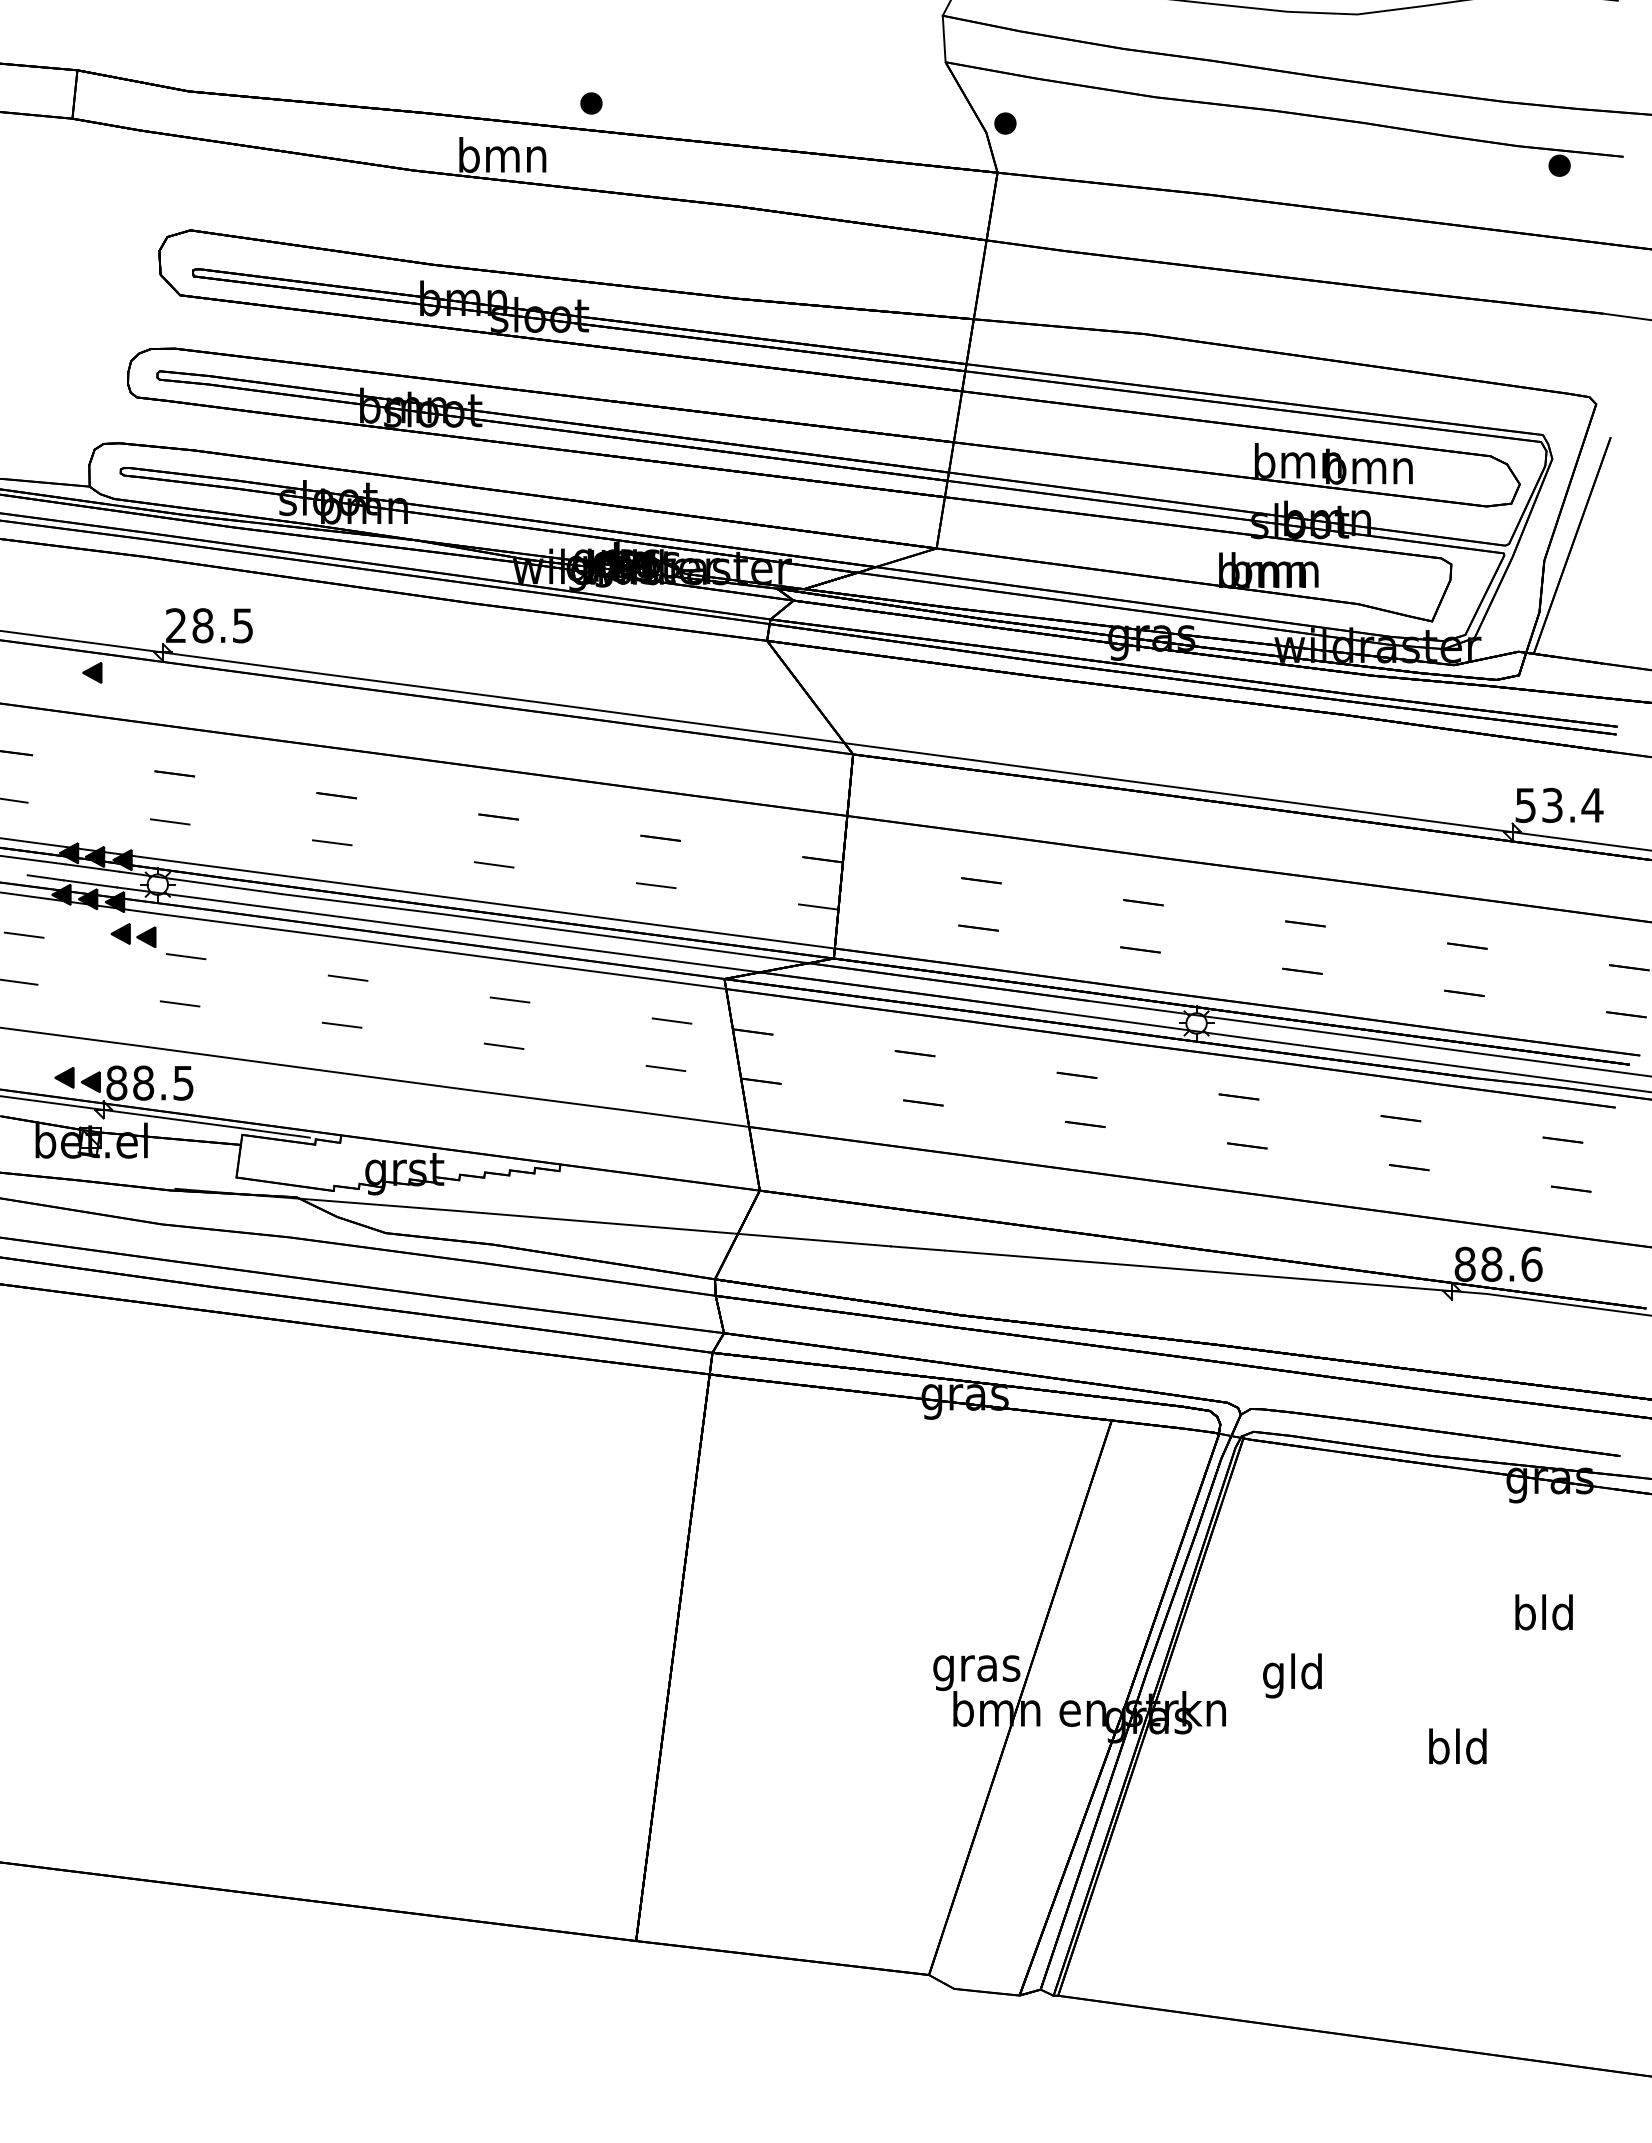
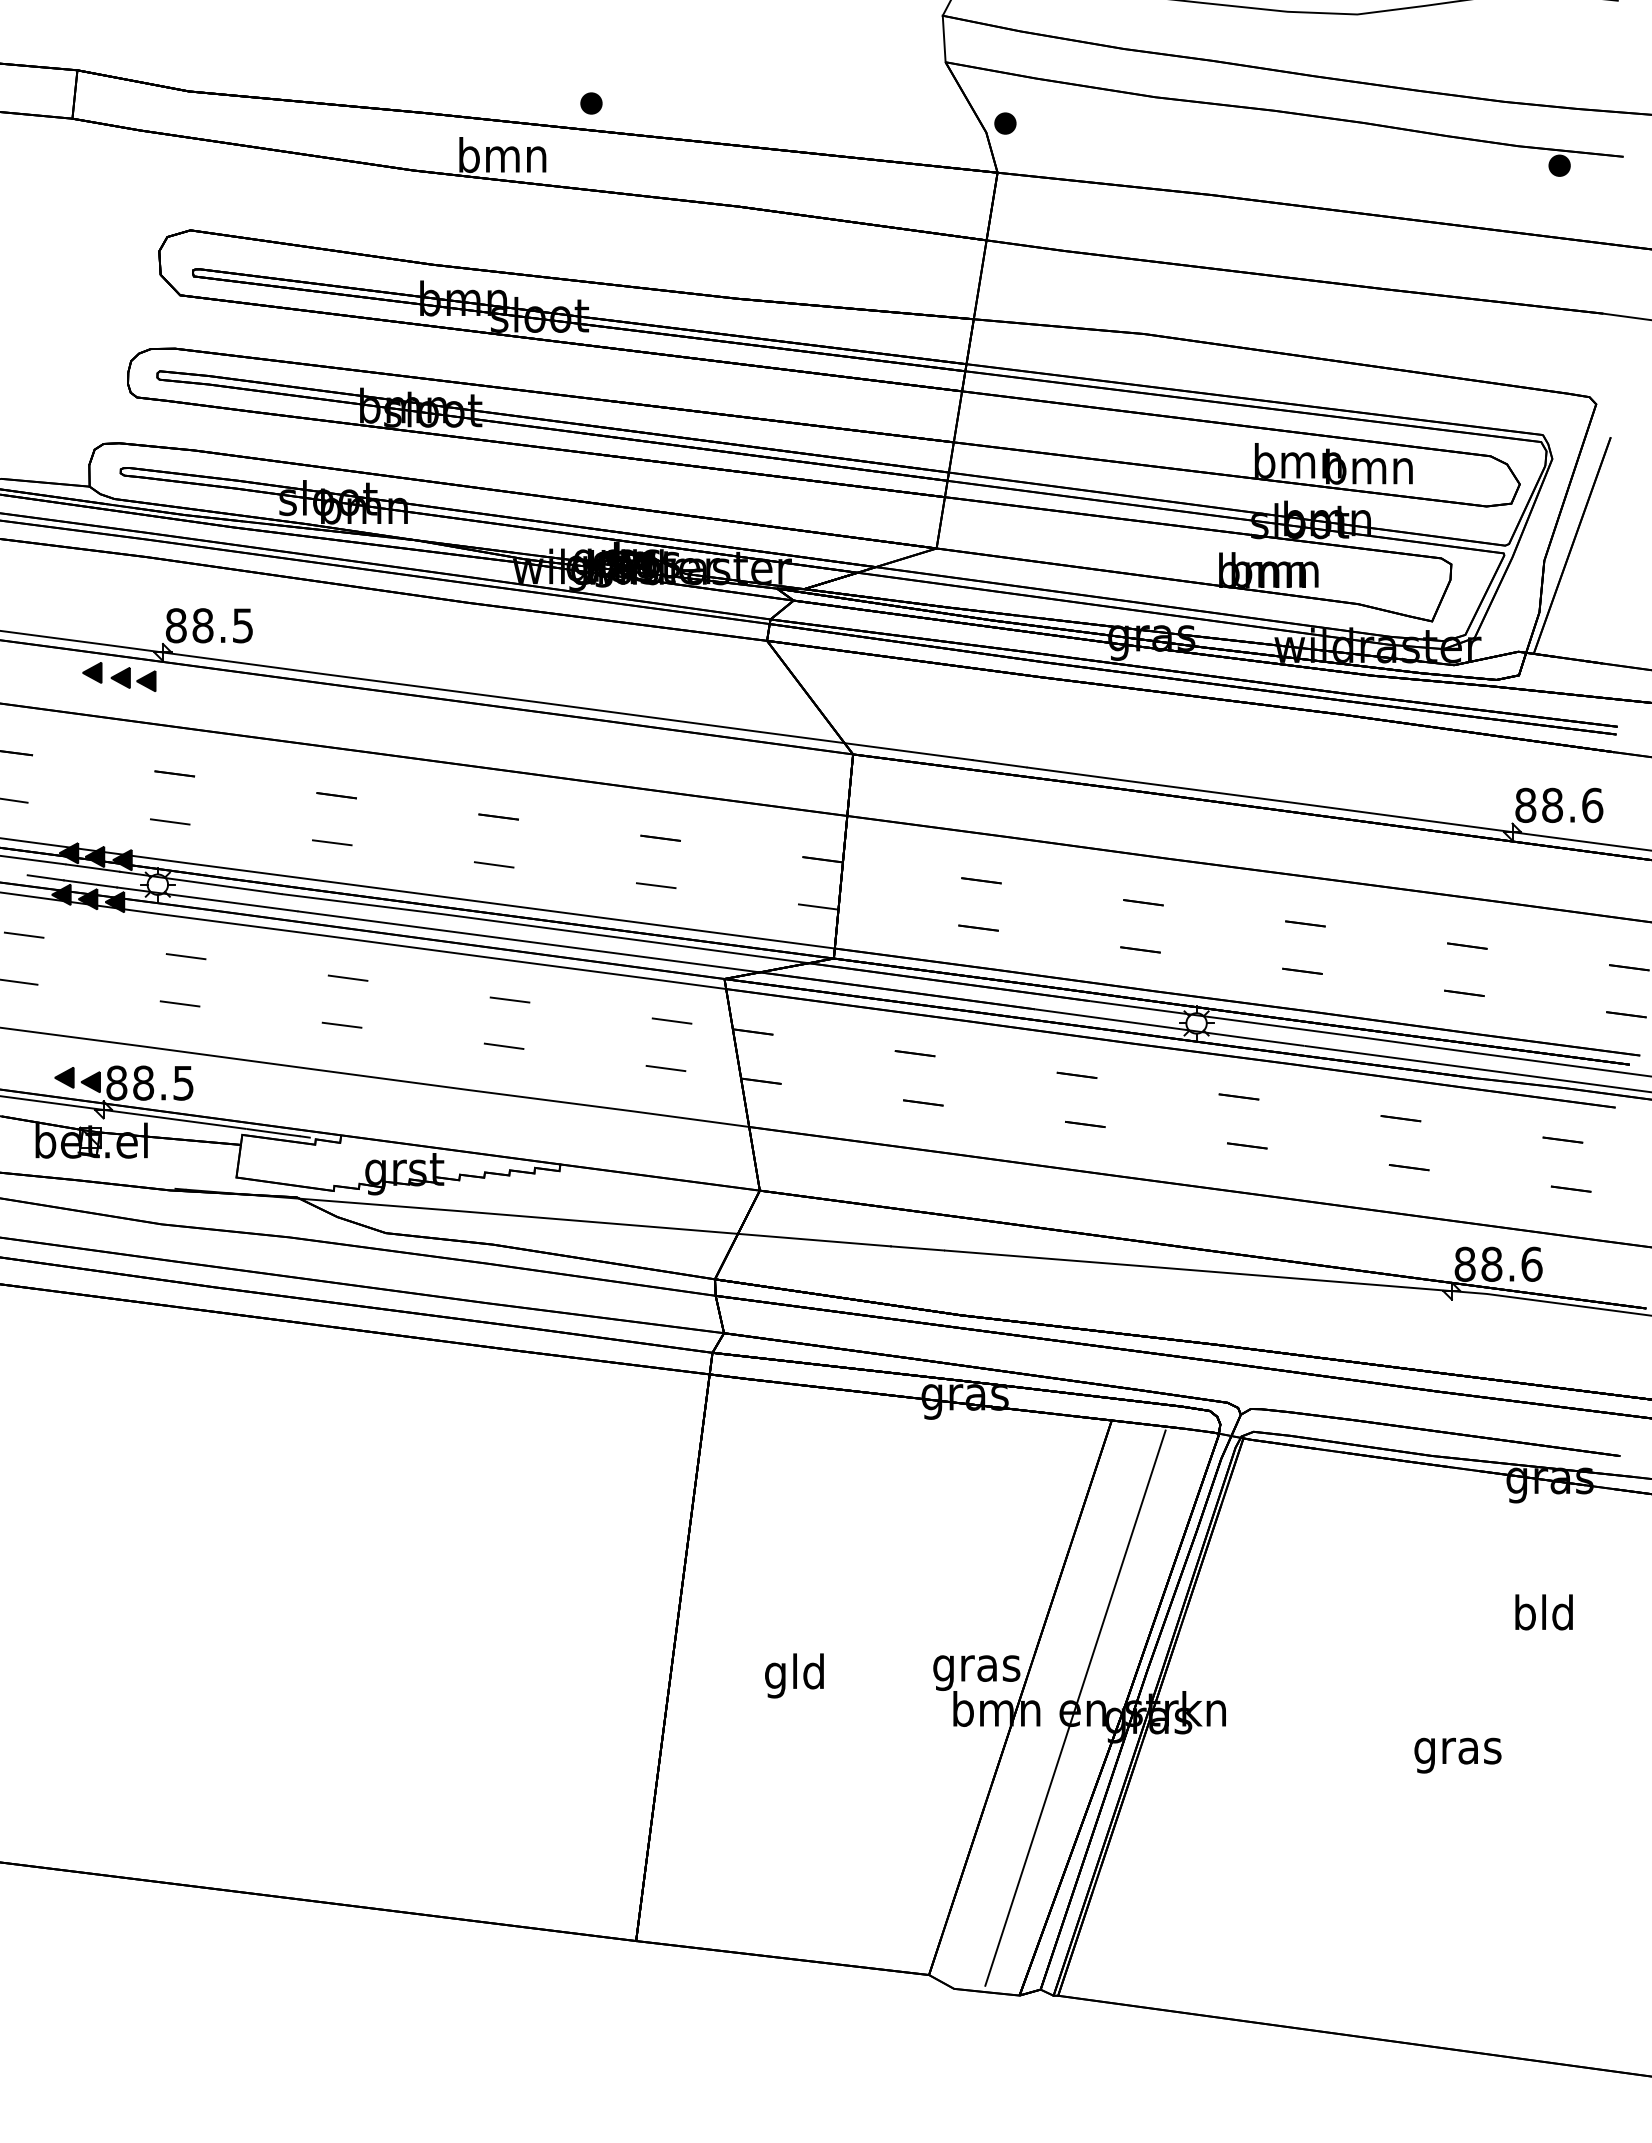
text at (175, 625): 28.5 -> 88.5
text at (1559, 805): 53.4 -> 88.6
part at (133, 935) position: (133, 935) -> (133, 679)
text at (1292, 1675) position: (1292, 1675) -> (794, 1675)
line at (1075, 1707): none -> present
text at (1457, 1750): bld -> gras
